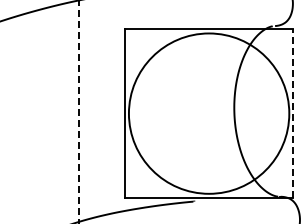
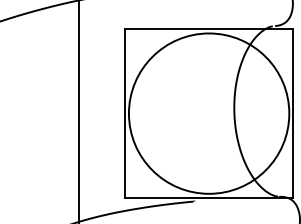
line at (79, 111): dashed -> solid
line at (293, 113): dashed -> solid
